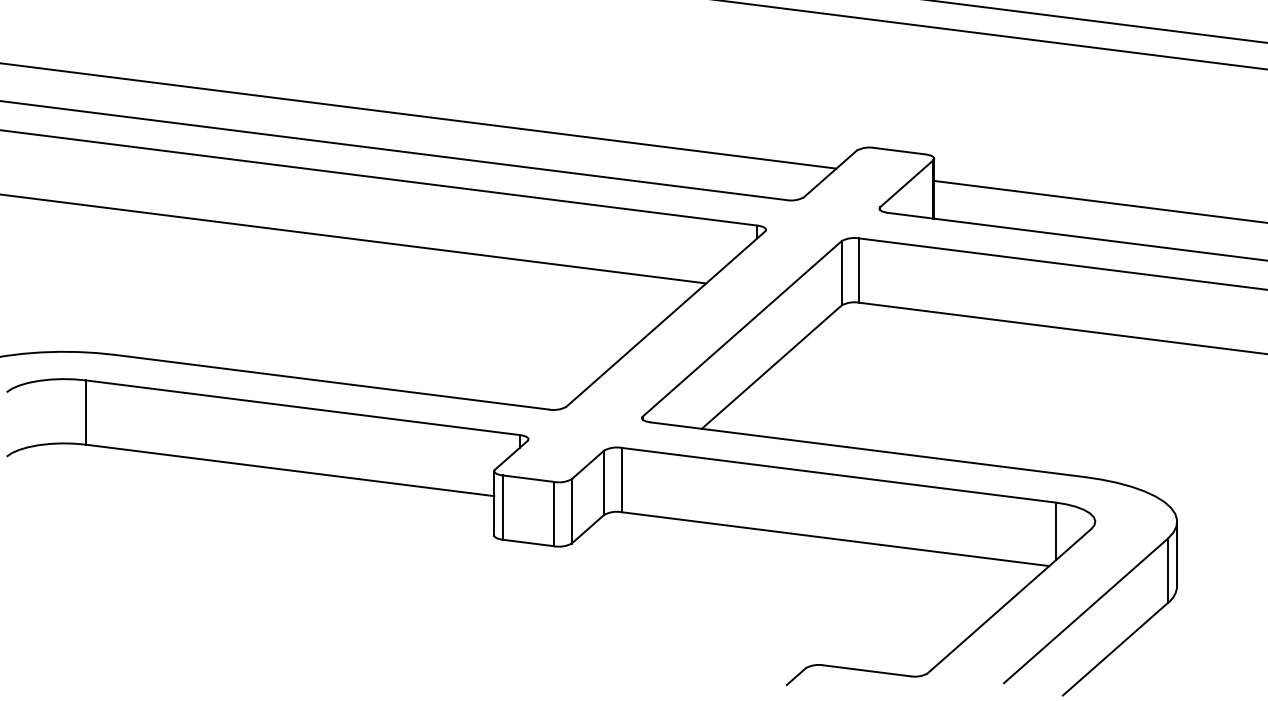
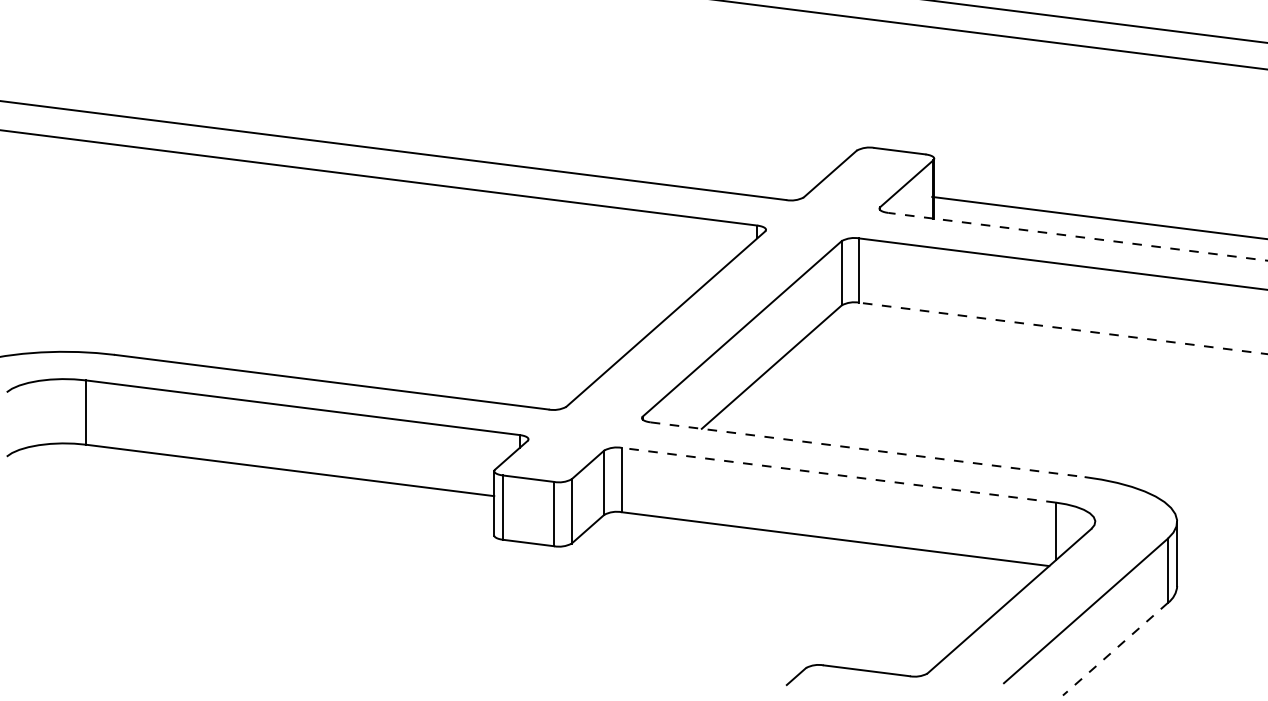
line at (419, 115): present -> none
line at (1099, 201) position: (1099, 201) -> (1098, 217)
line at (1077, 236): solid -> dashed
line at (354, 238): present -> none
line at (1063, 328): solid -> dashed
line at (867, 449): solid -> dashed
line at (838, 475): solid -> dashed
line at (1115, 649): solid -> dashed
